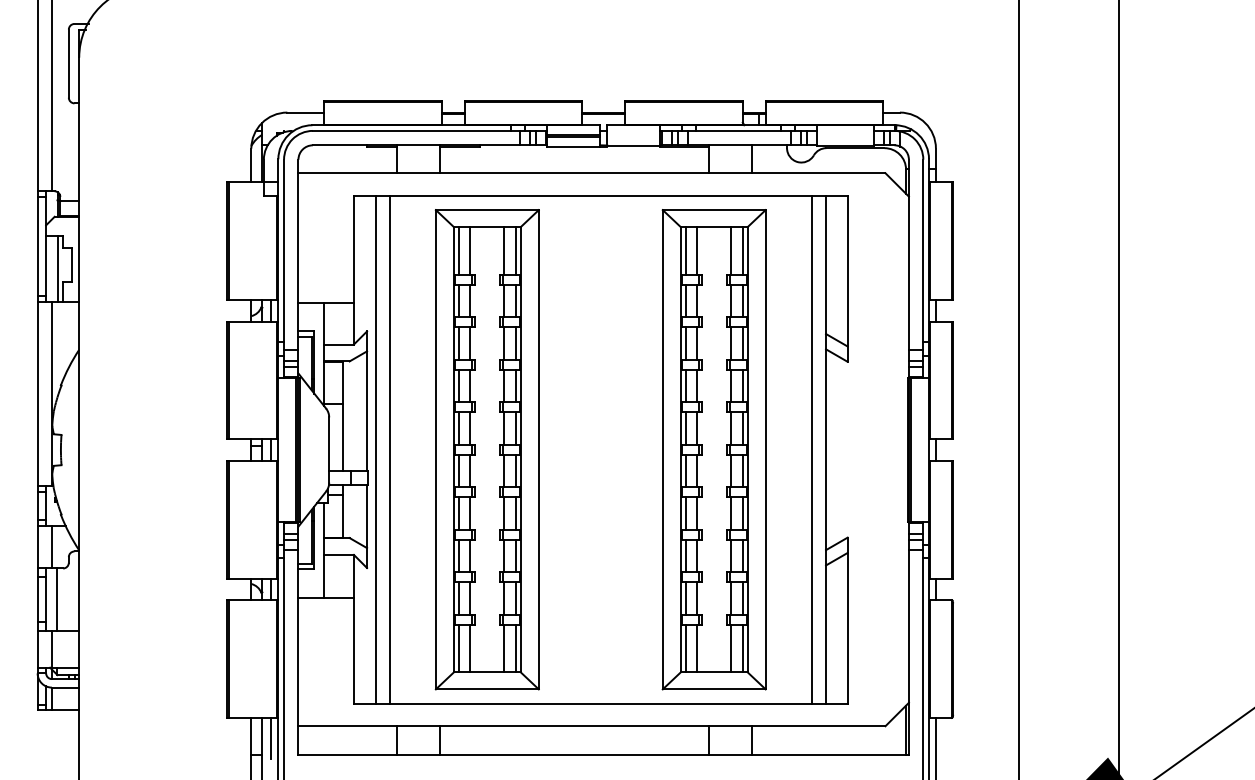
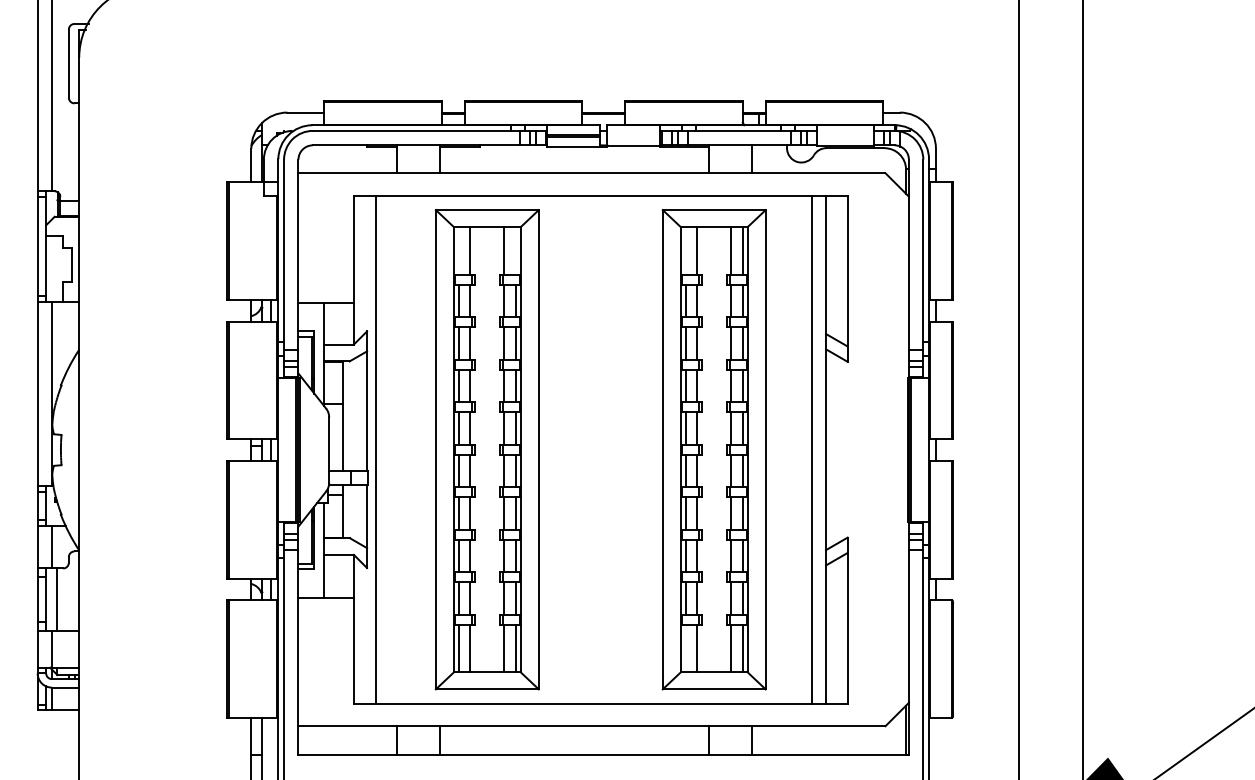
line at (458, 250): present -> none
line at (515, 250): present -> none
line at (685, 250): present -> none
line at (57, 268): present -> none
line at (1119, 389) position: (1119, 389) -> (1083, 389)
line at (389, 449): present -> none
line at (685, 648): present -> none
line at (270, 737): present -> none
line at (935, 746): present -> none
